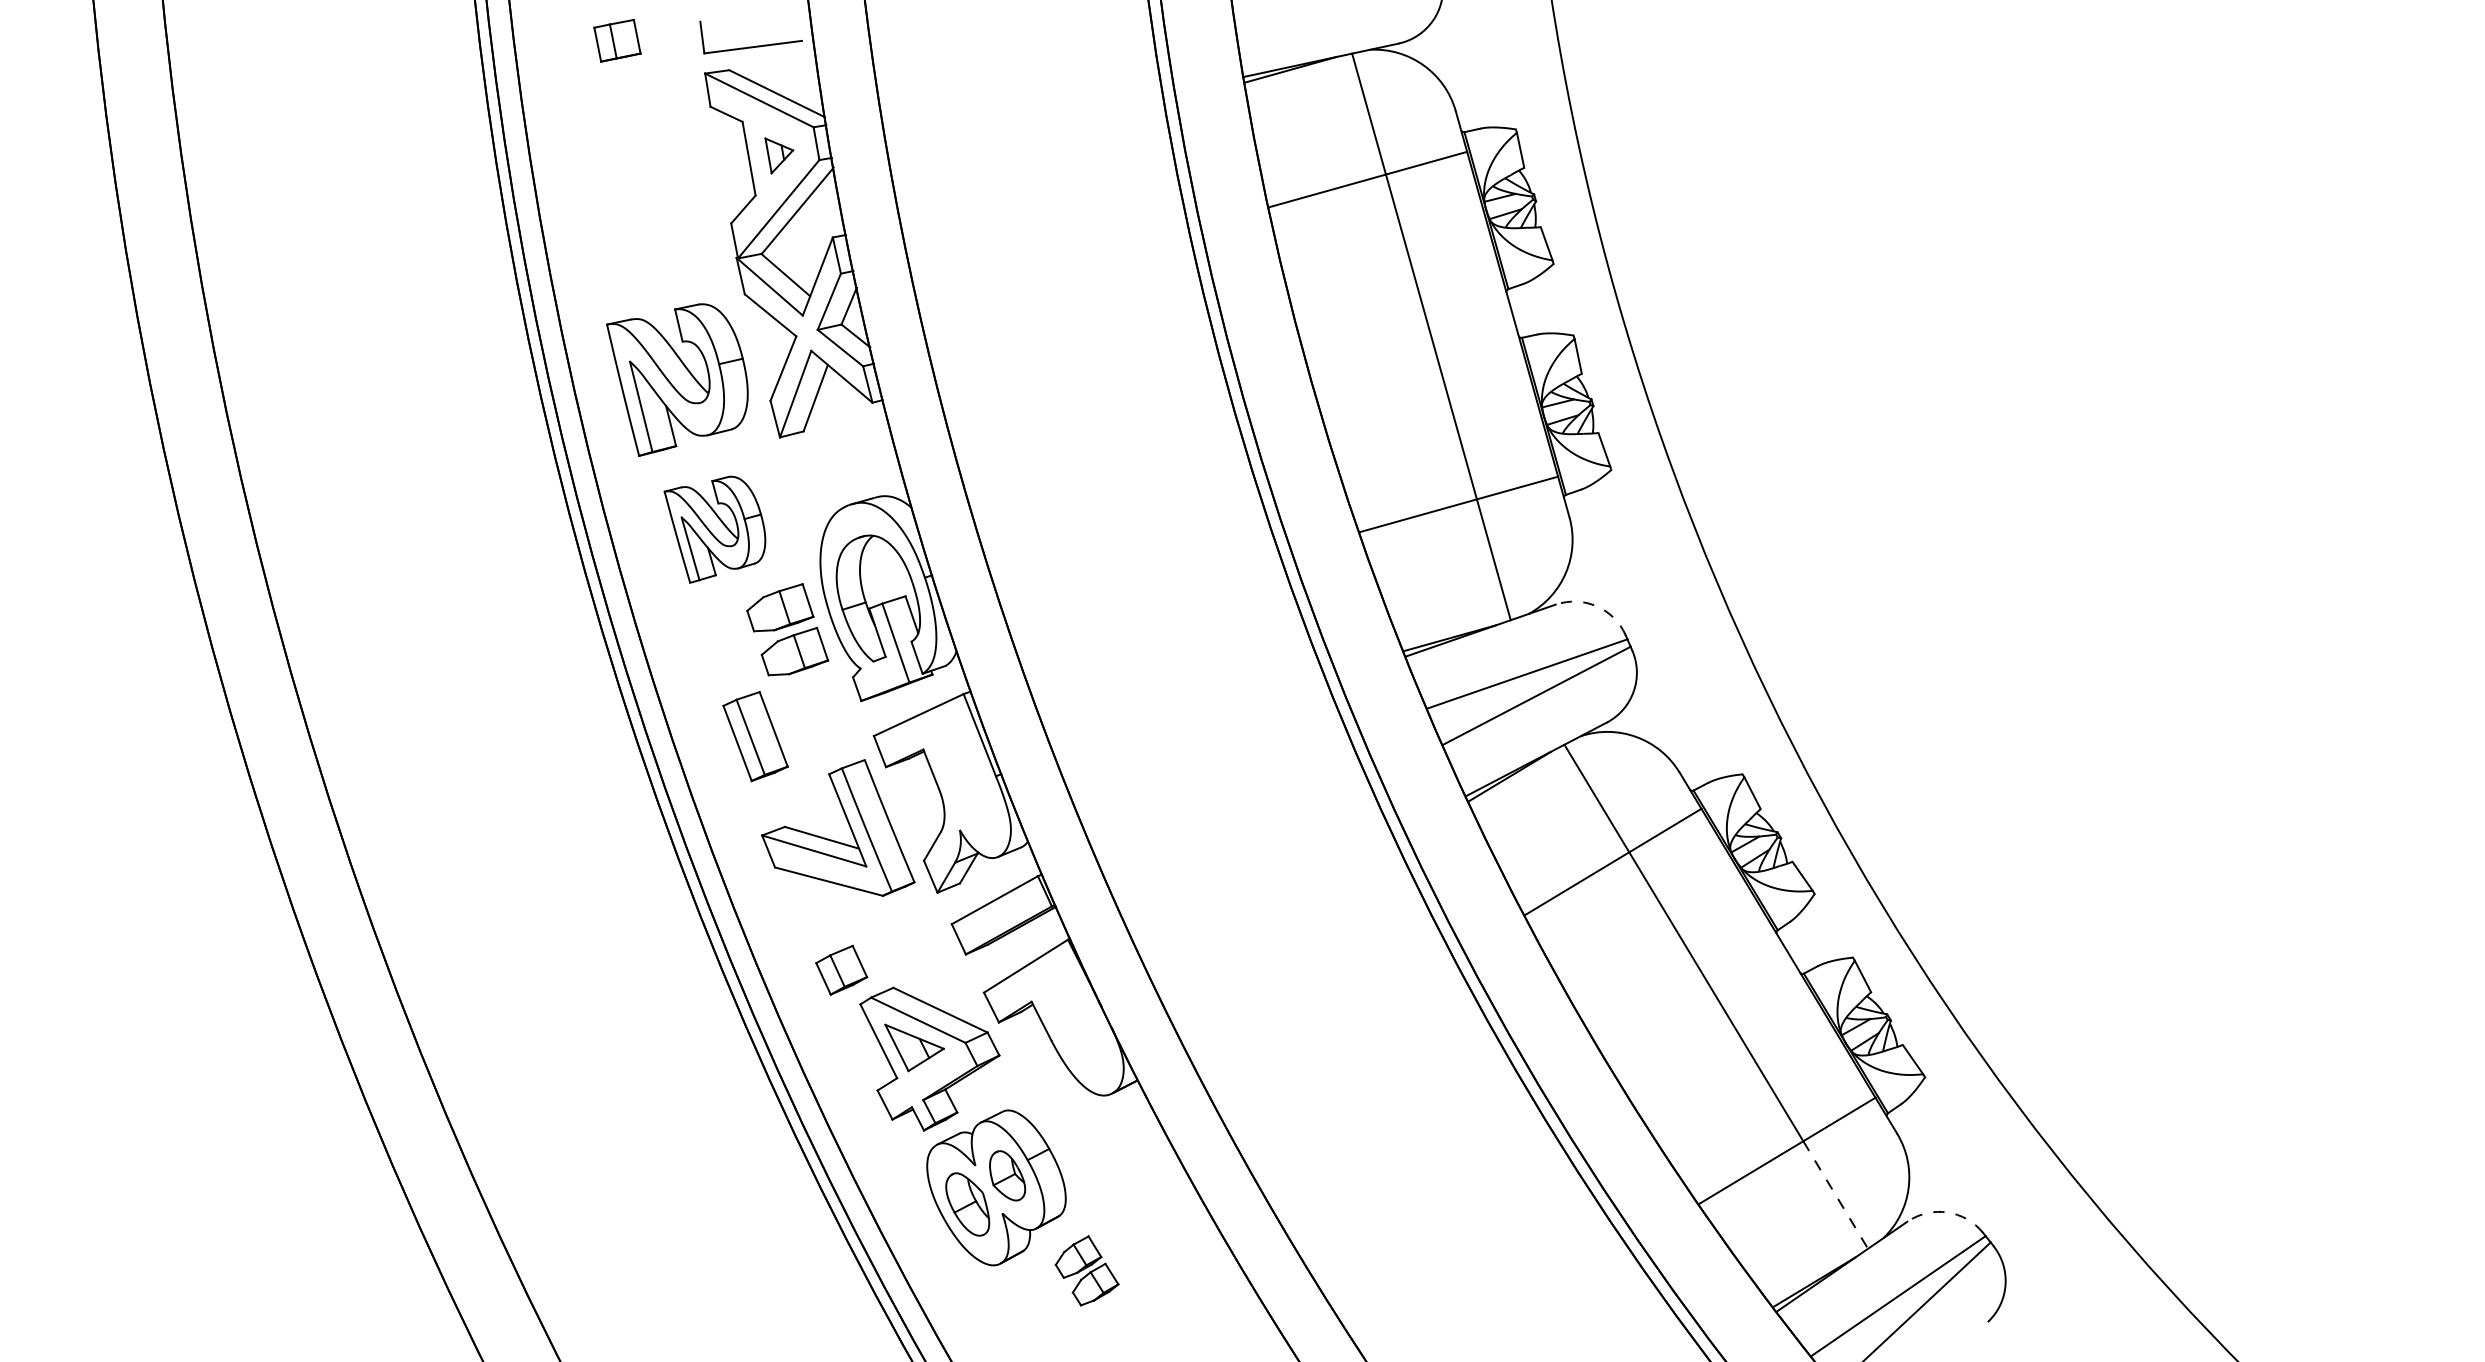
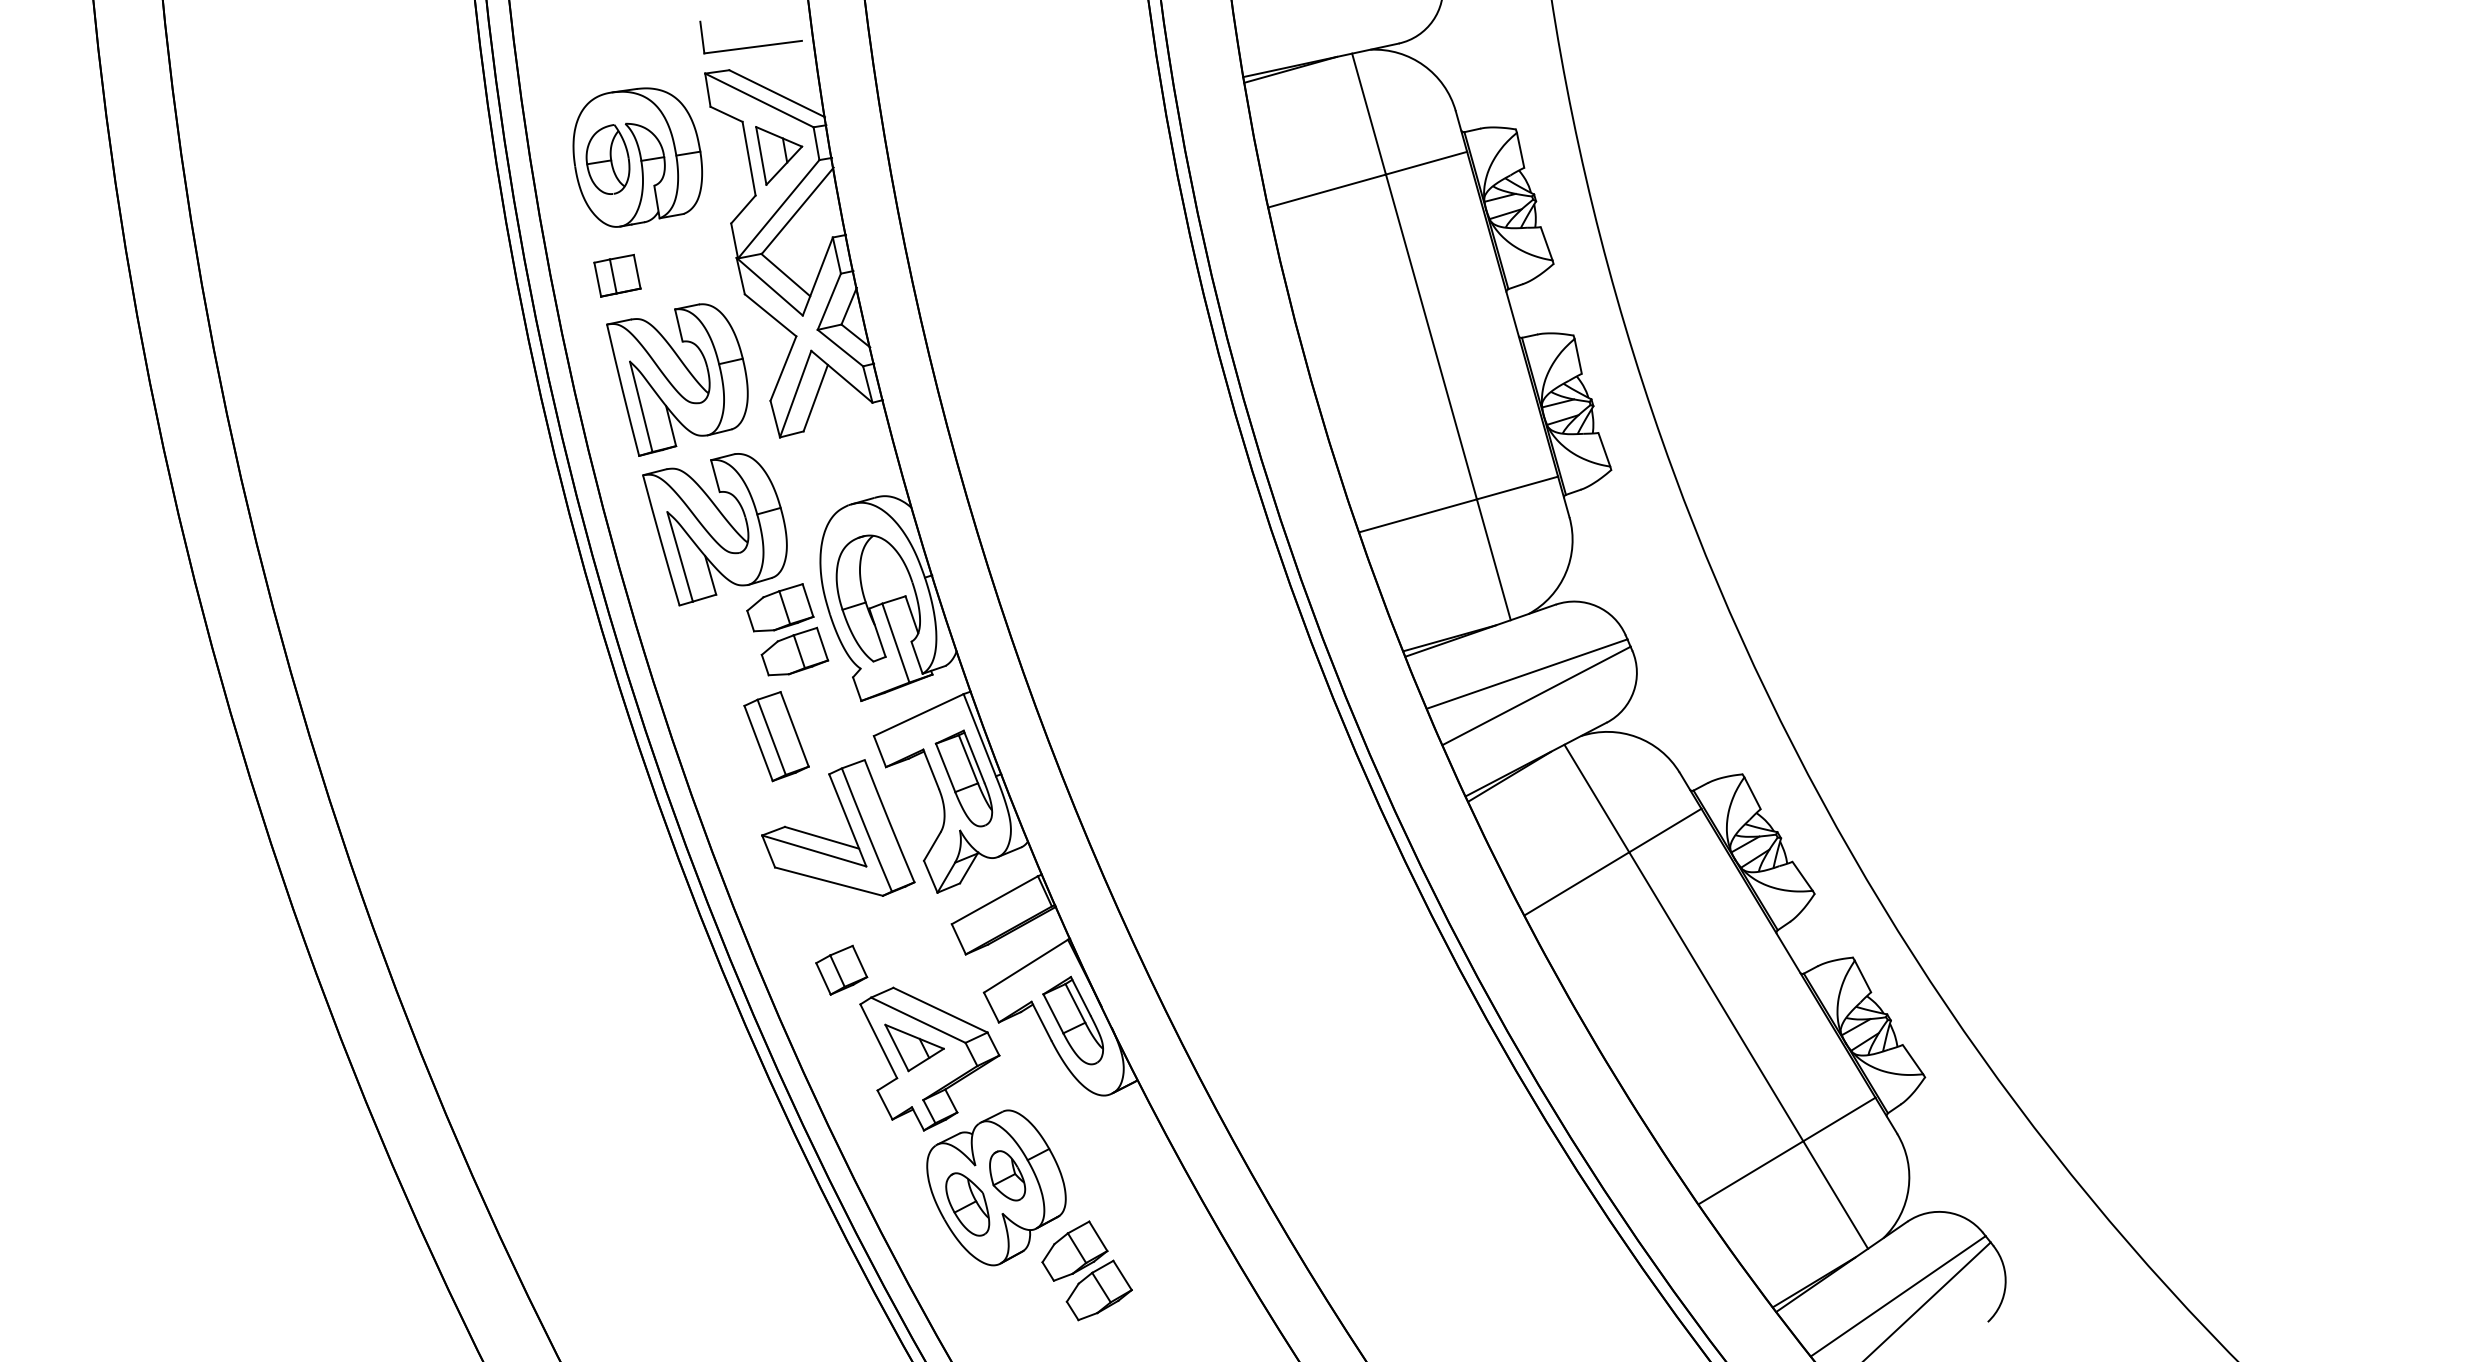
part at (617, 40) position: (617, 40) -> (617, 275)
part at (779, 155) size: 31x38 px -> 49x60 px
part at (637, 157): none -> present
part at (714, 529) size: 104x109 px -> 146x154 px
arc at (1596, 606): dashed -> solid
part at (755, 736) position: (755, 736) -> (776, 736)
part at (963, 778): none -> present
part at (1072, 1020): none -> present
line at (1835, 1195): dashed -> solid
arc at (1947, 1212): dashed -> solid
part at (1086, 1270) size: 66x72 px -> 92x102 px
